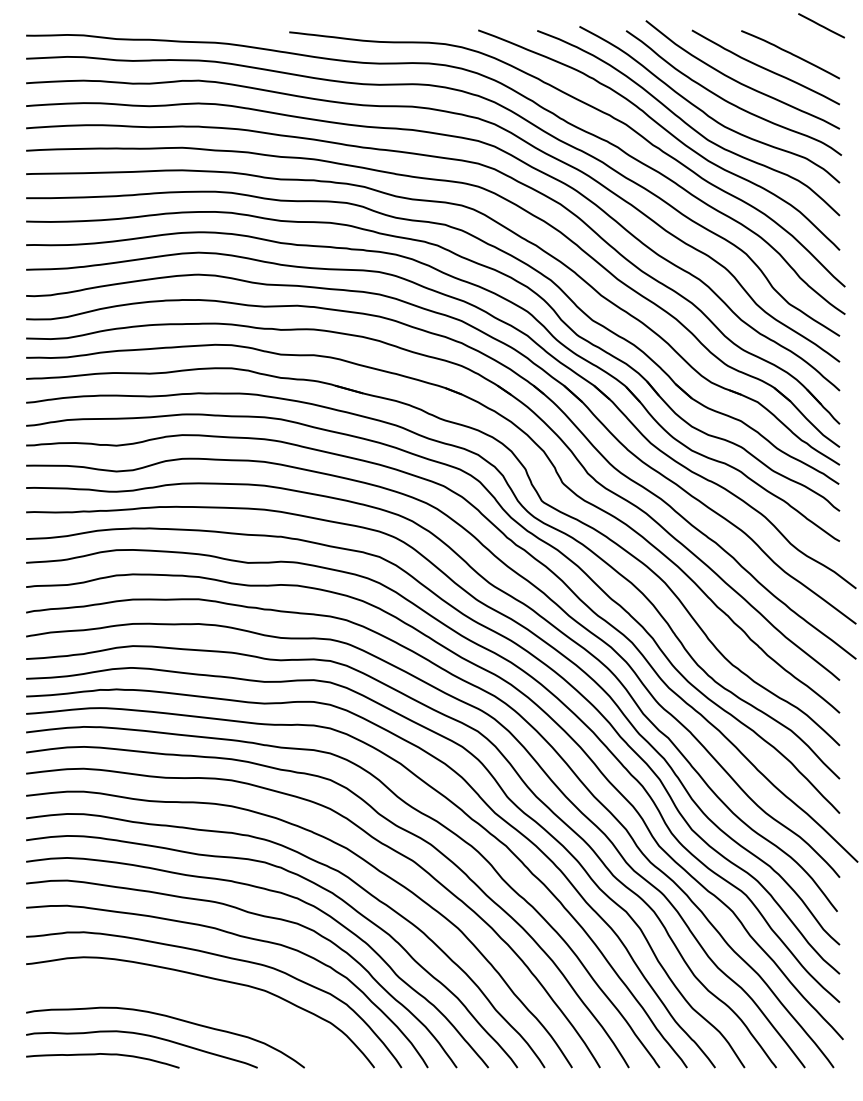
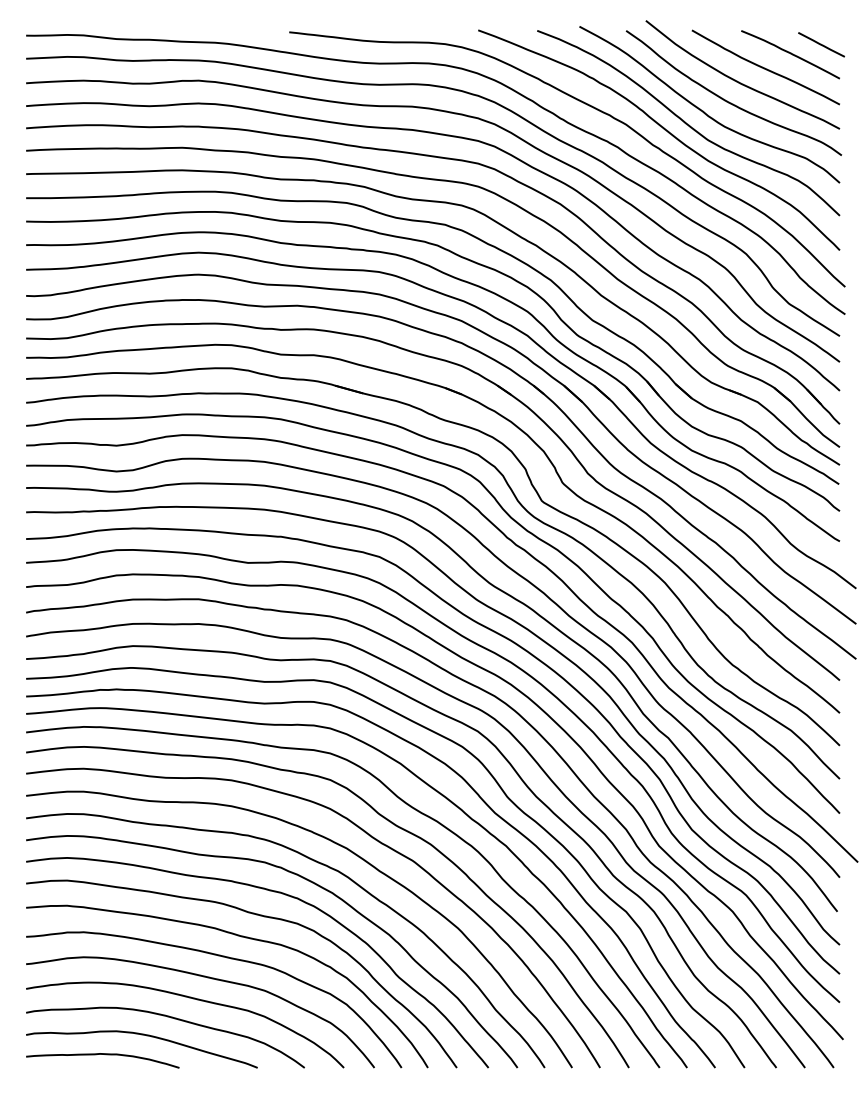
line at (821, 25) position: (821, 25) -> (821, 44)
curve at (193, 999): none -> present
